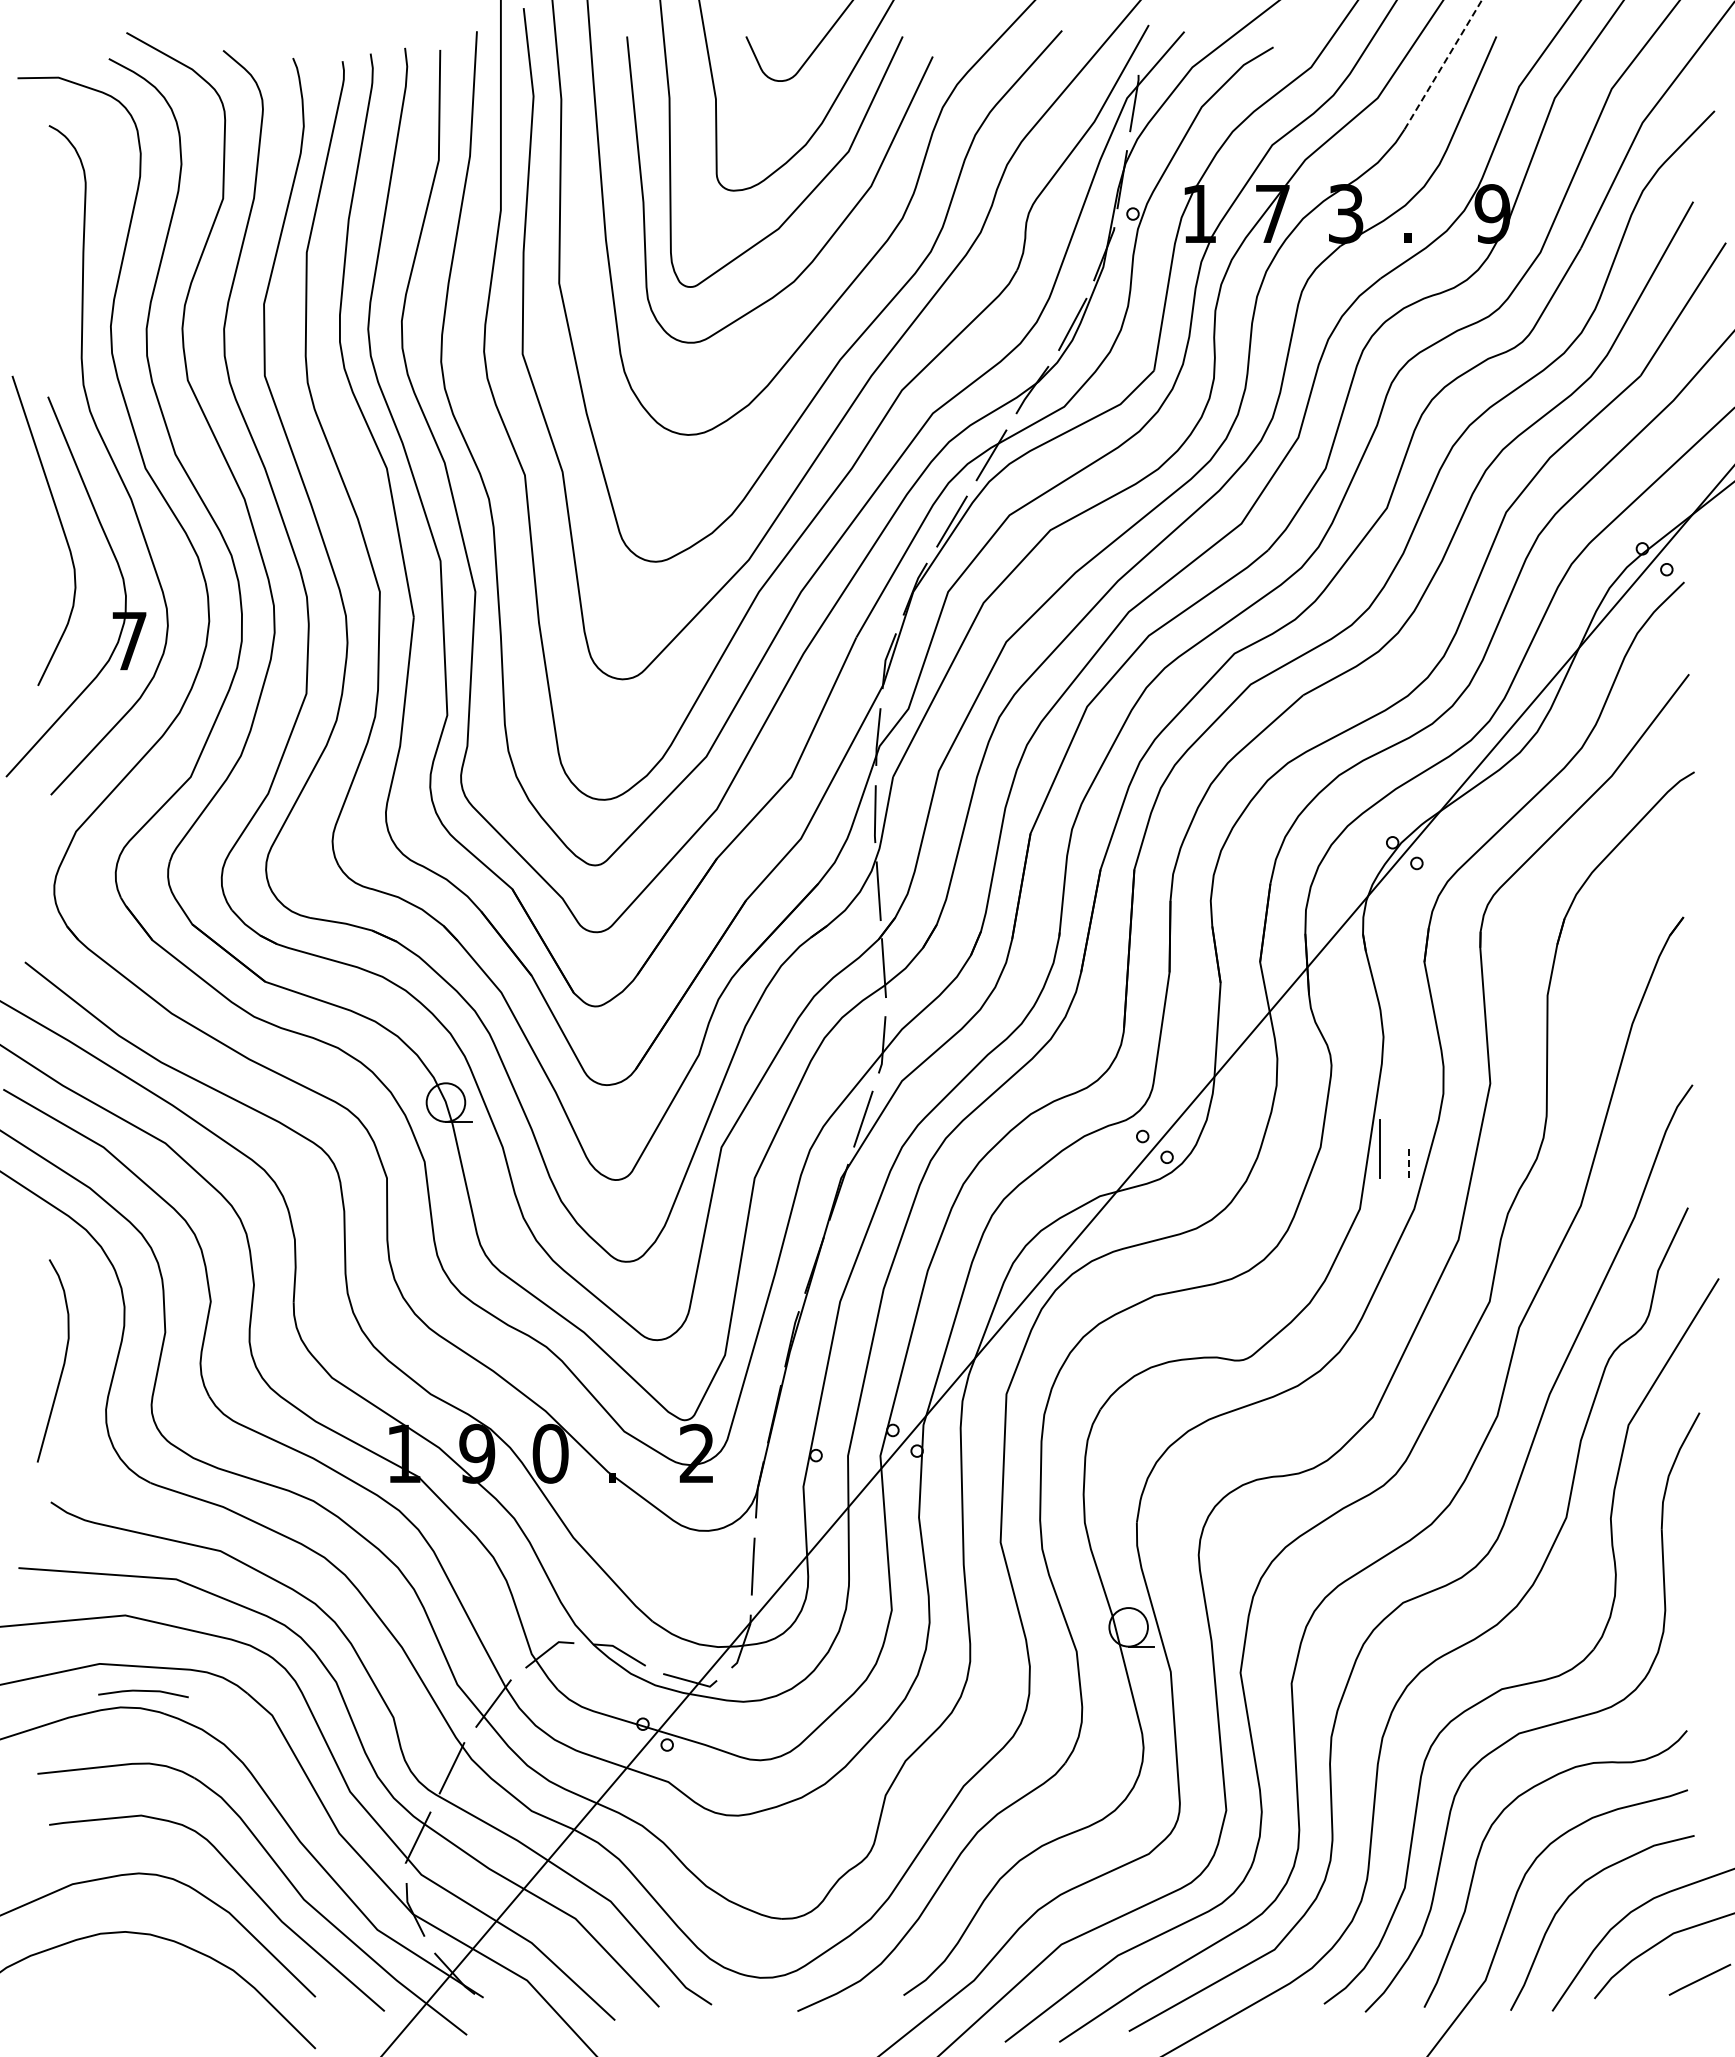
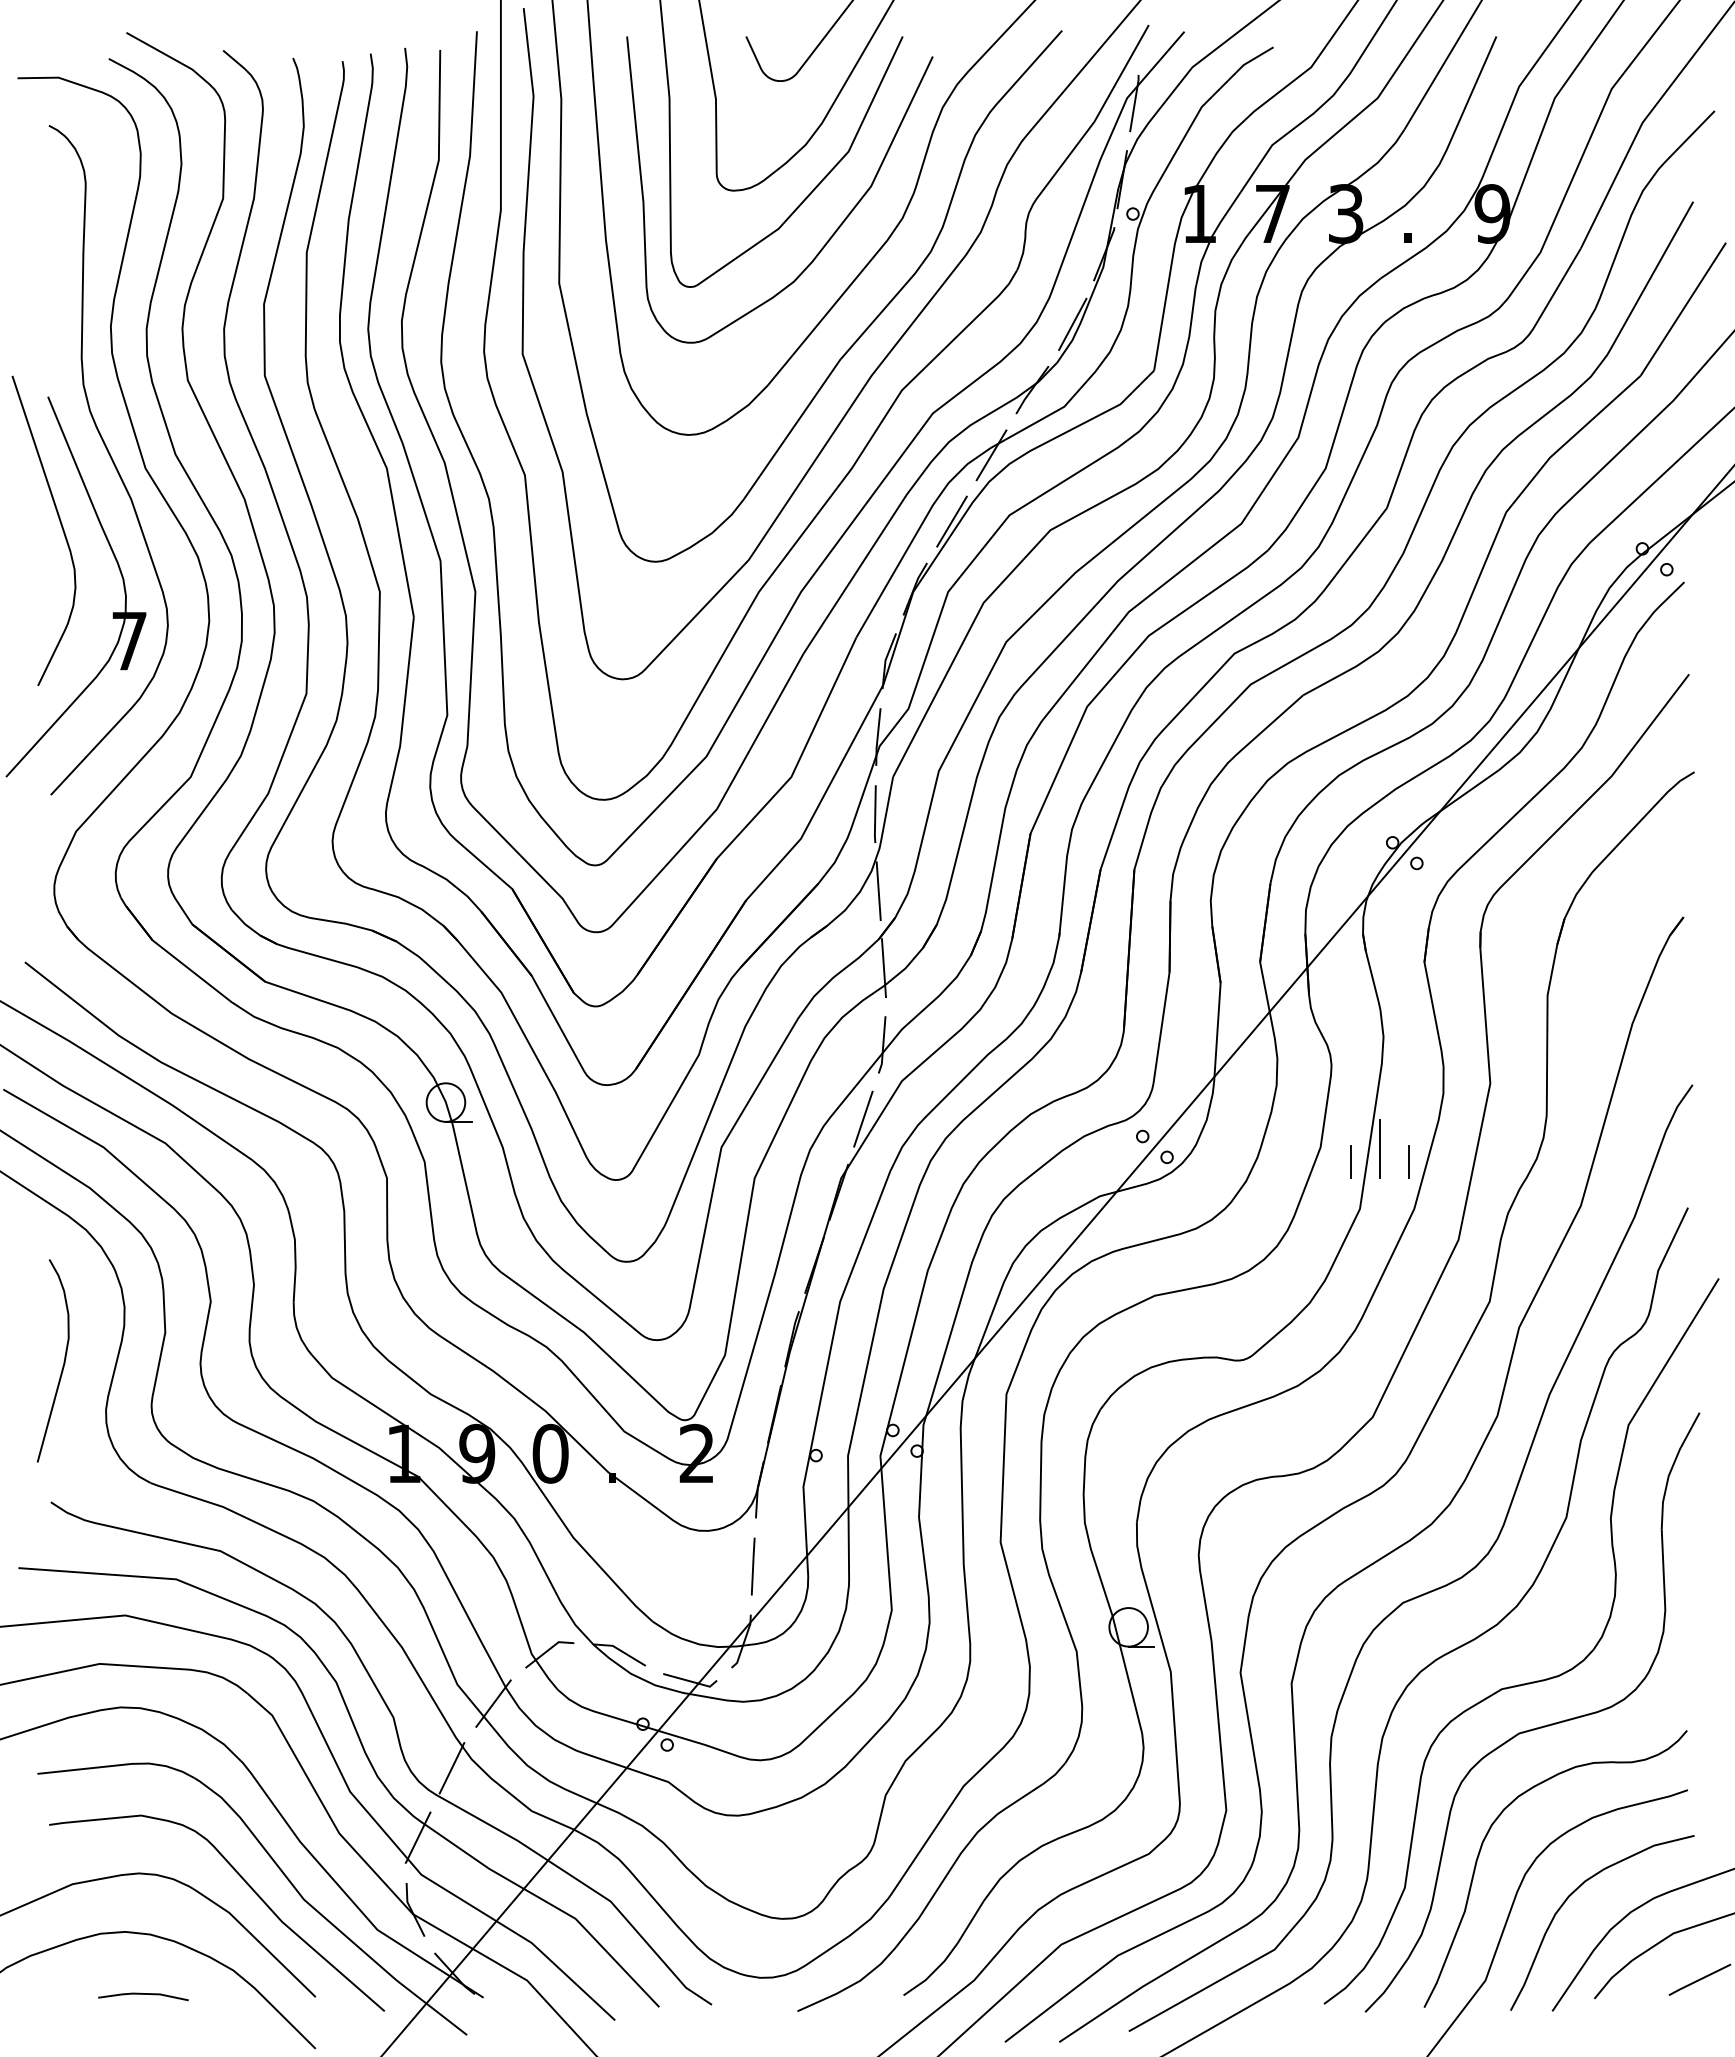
line at (1443, 64): dashed -> solid
line at (1350, 1161): none -> present
line at (1408, 1161): dashed -> solid
line at (143, 1691) position: (143, 1691) -> (143, 1994)
